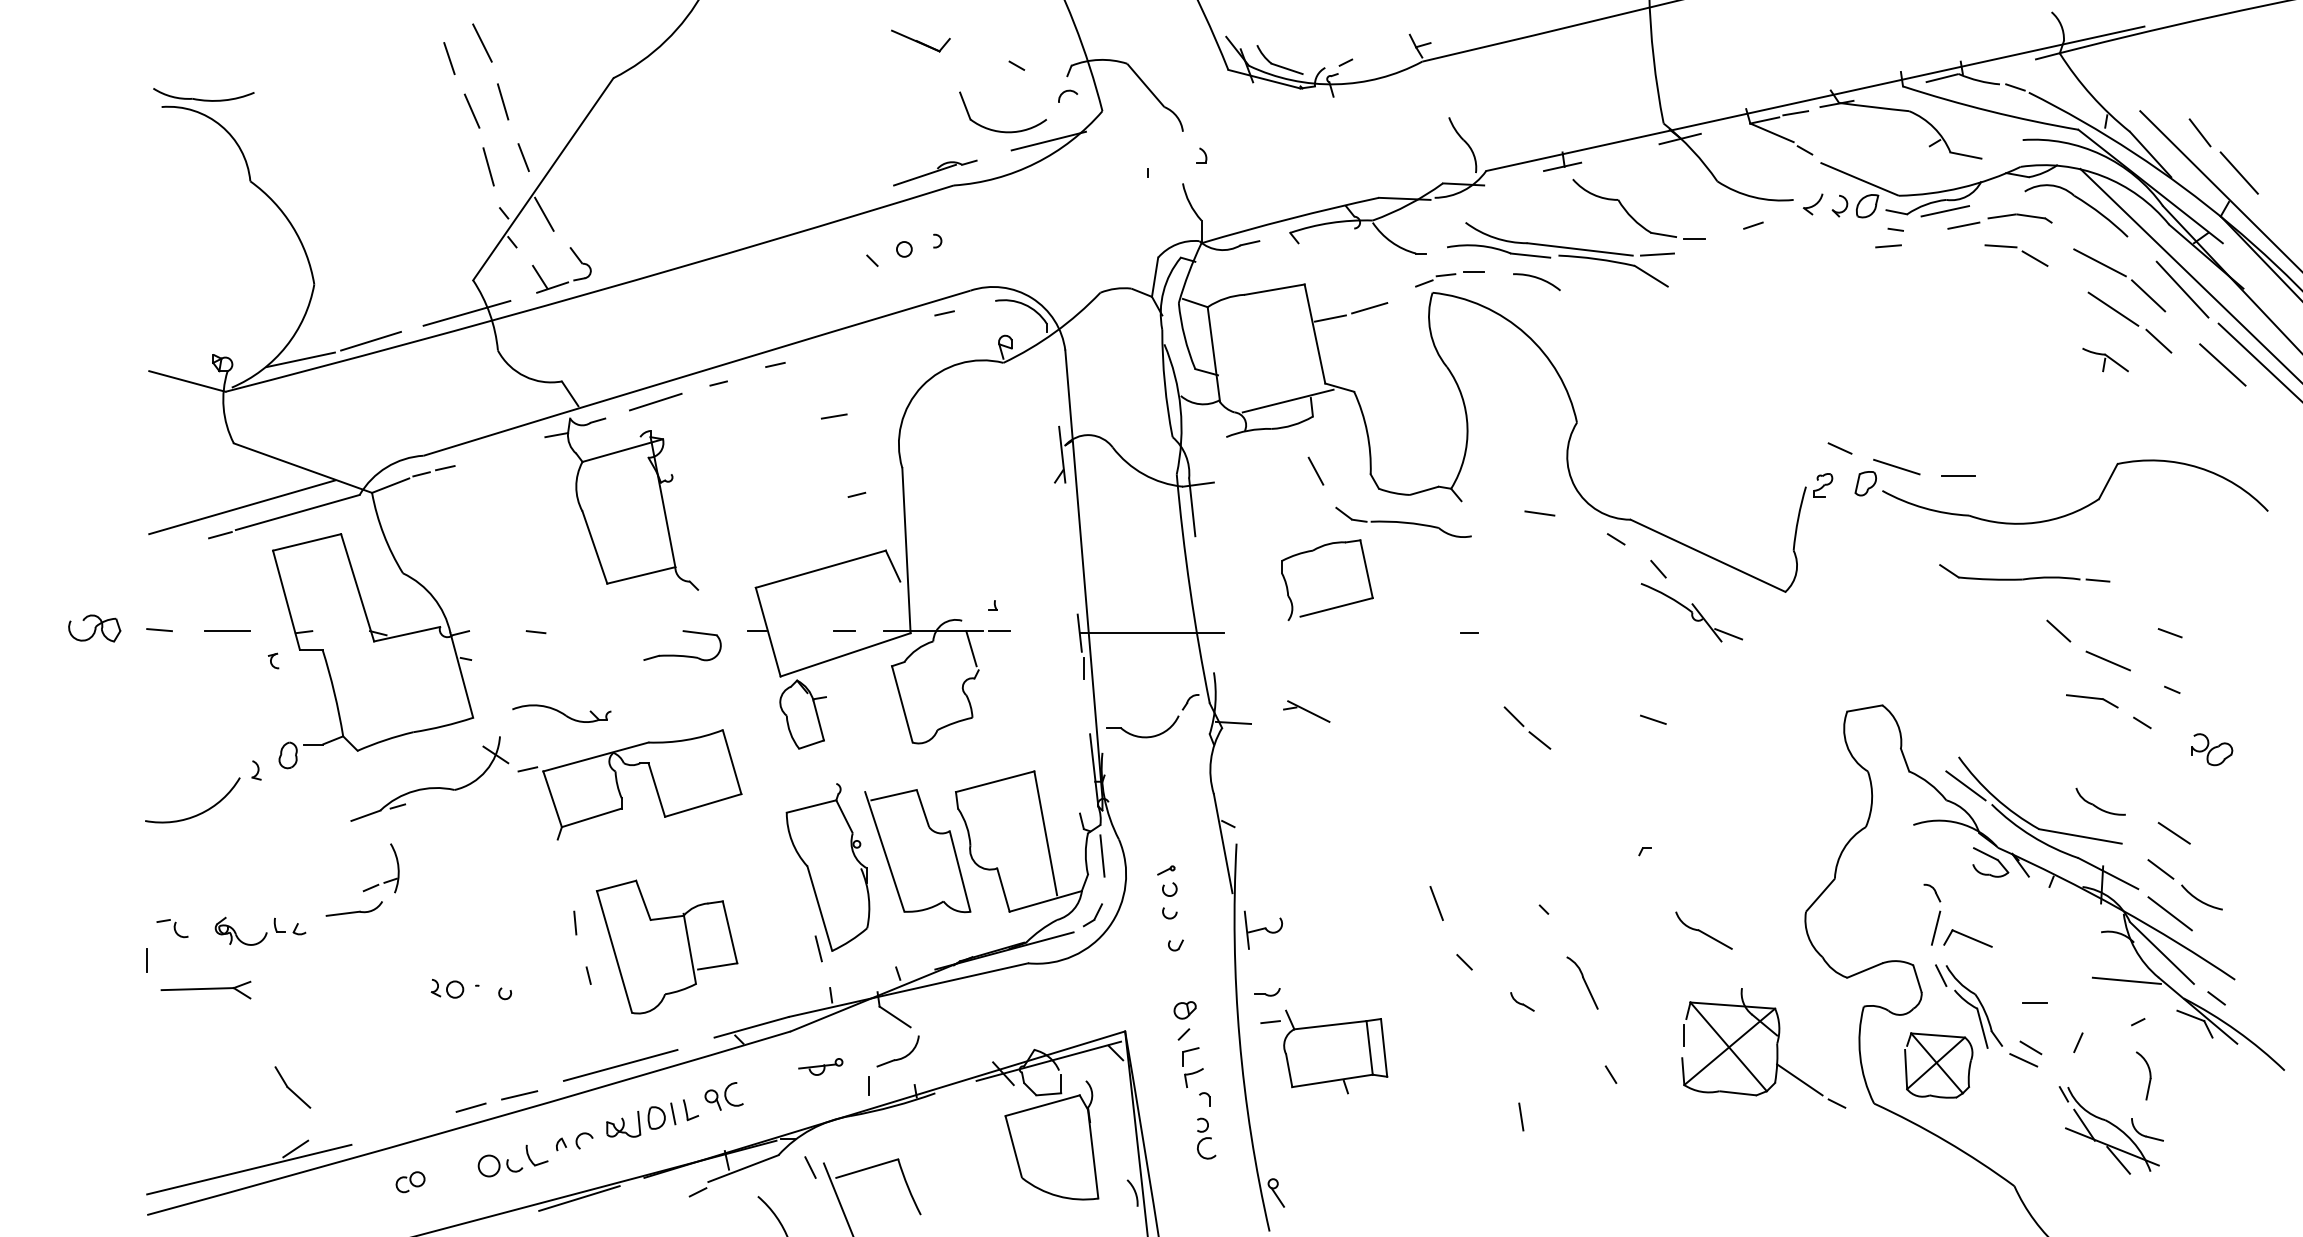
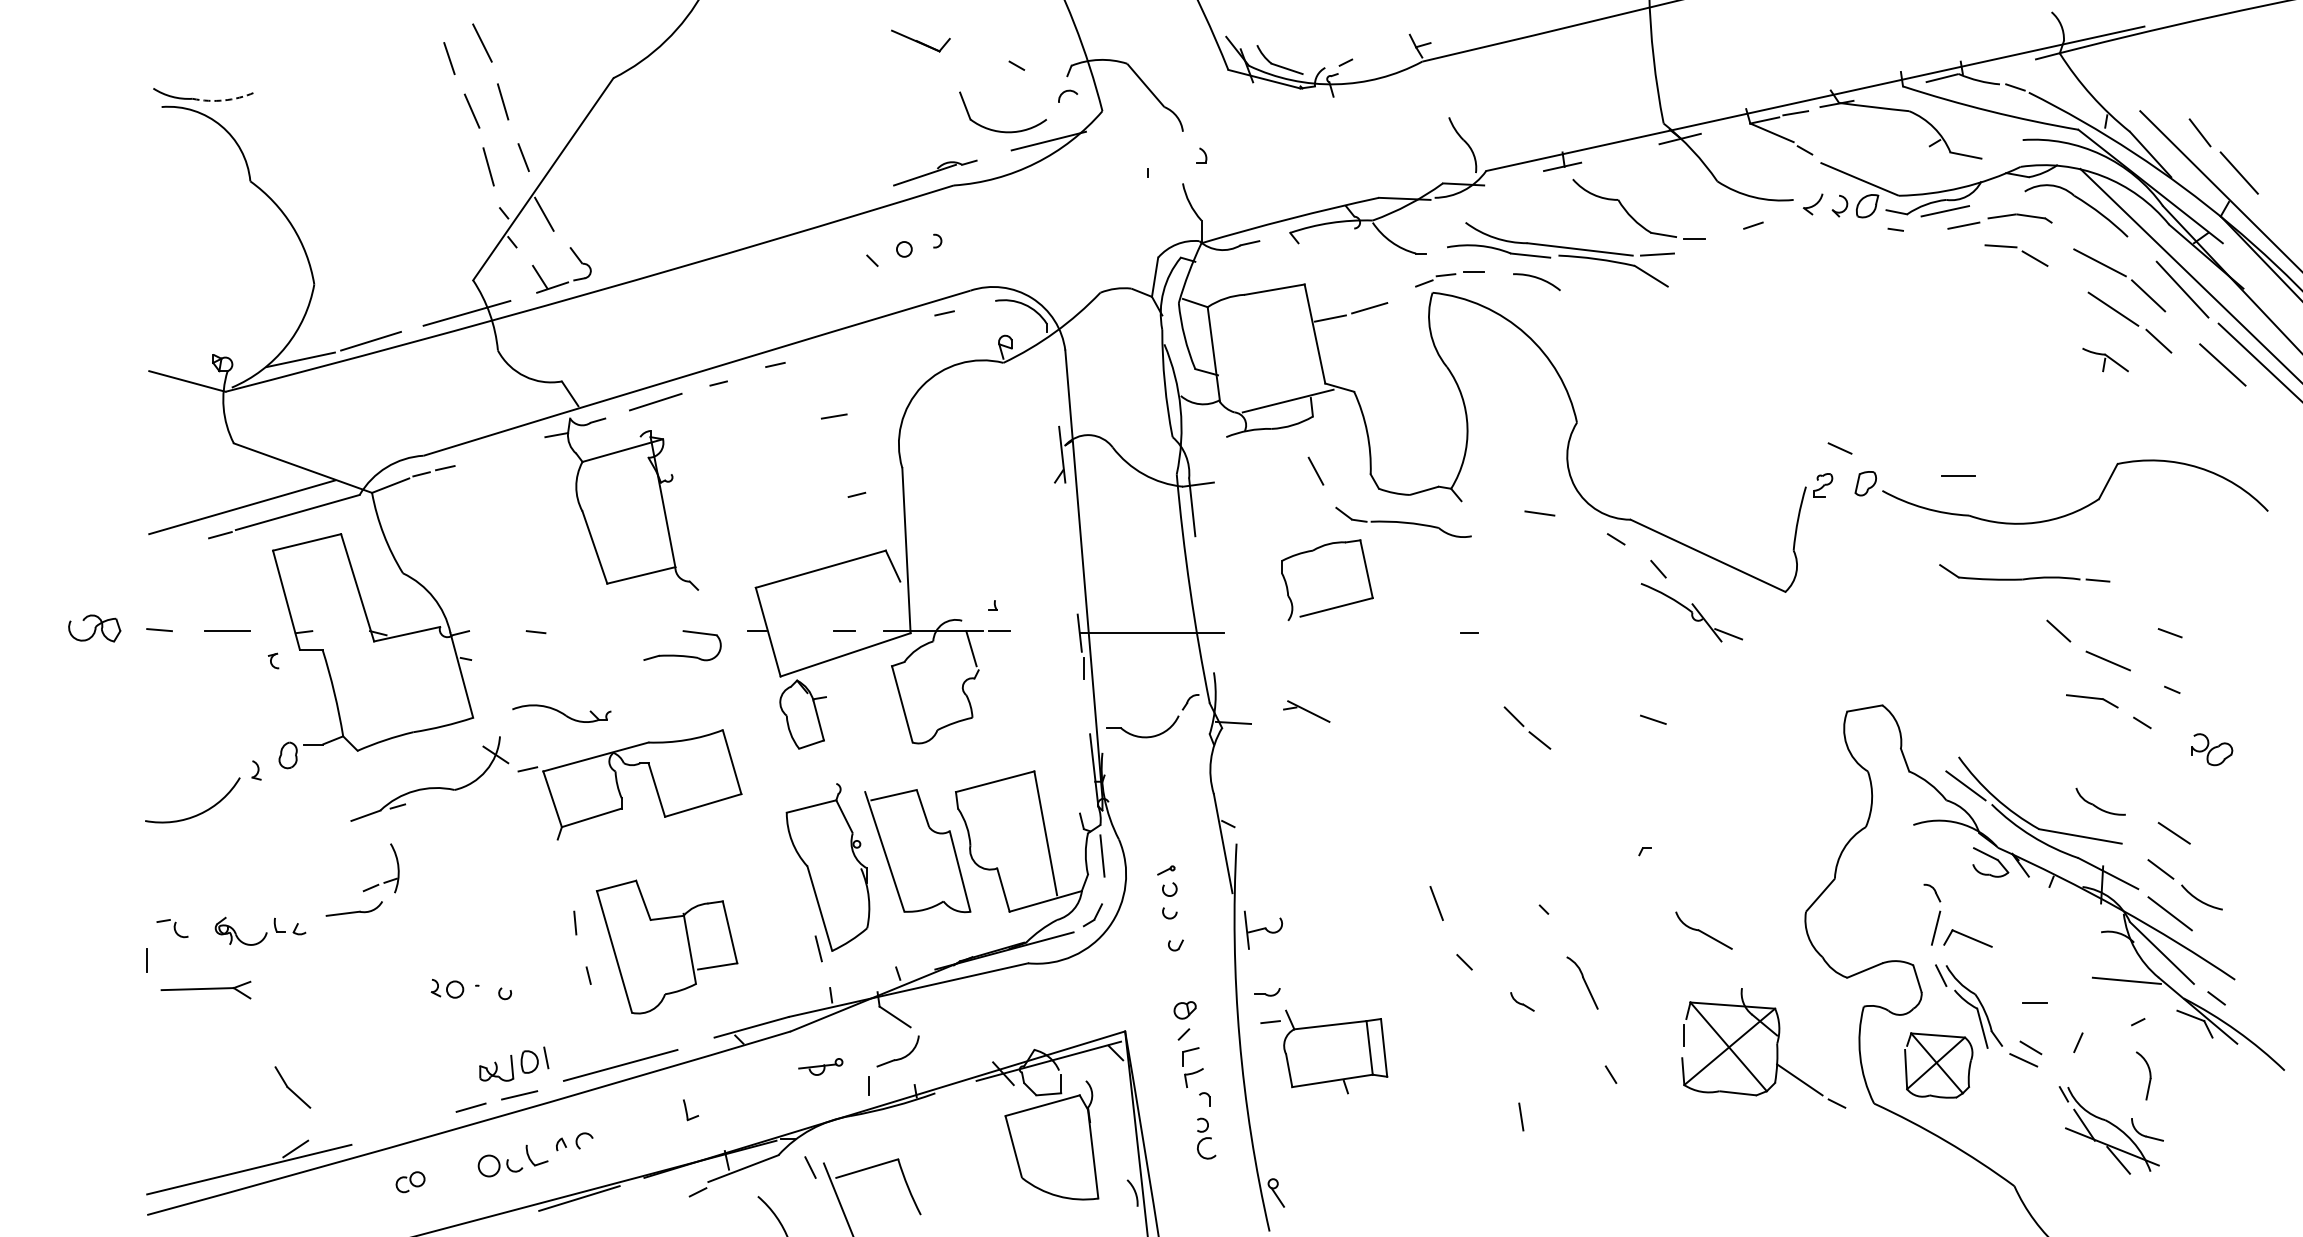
arc at (224, 100): solid -> dashed
line at (1888, 246): present -> none
line at (1896, 466): present -> none
part at (723, 1096): present -> none
part at (641, 1119) position: (641, 1119) -> (514, 1063)
